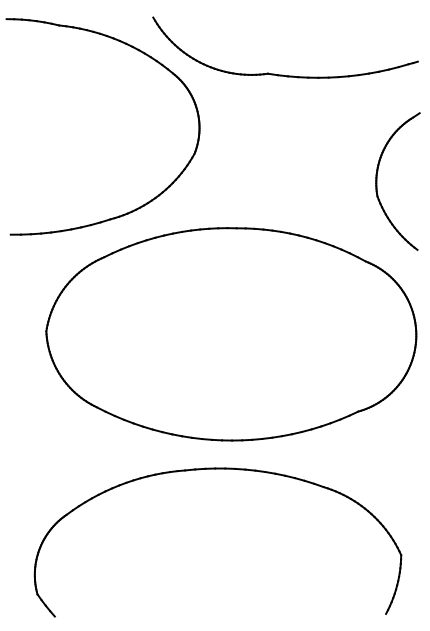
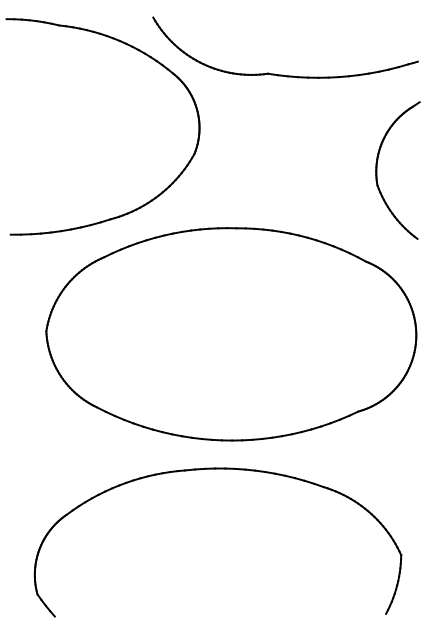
part at (377, 181) position: (377, 181) -> (377, 170)
